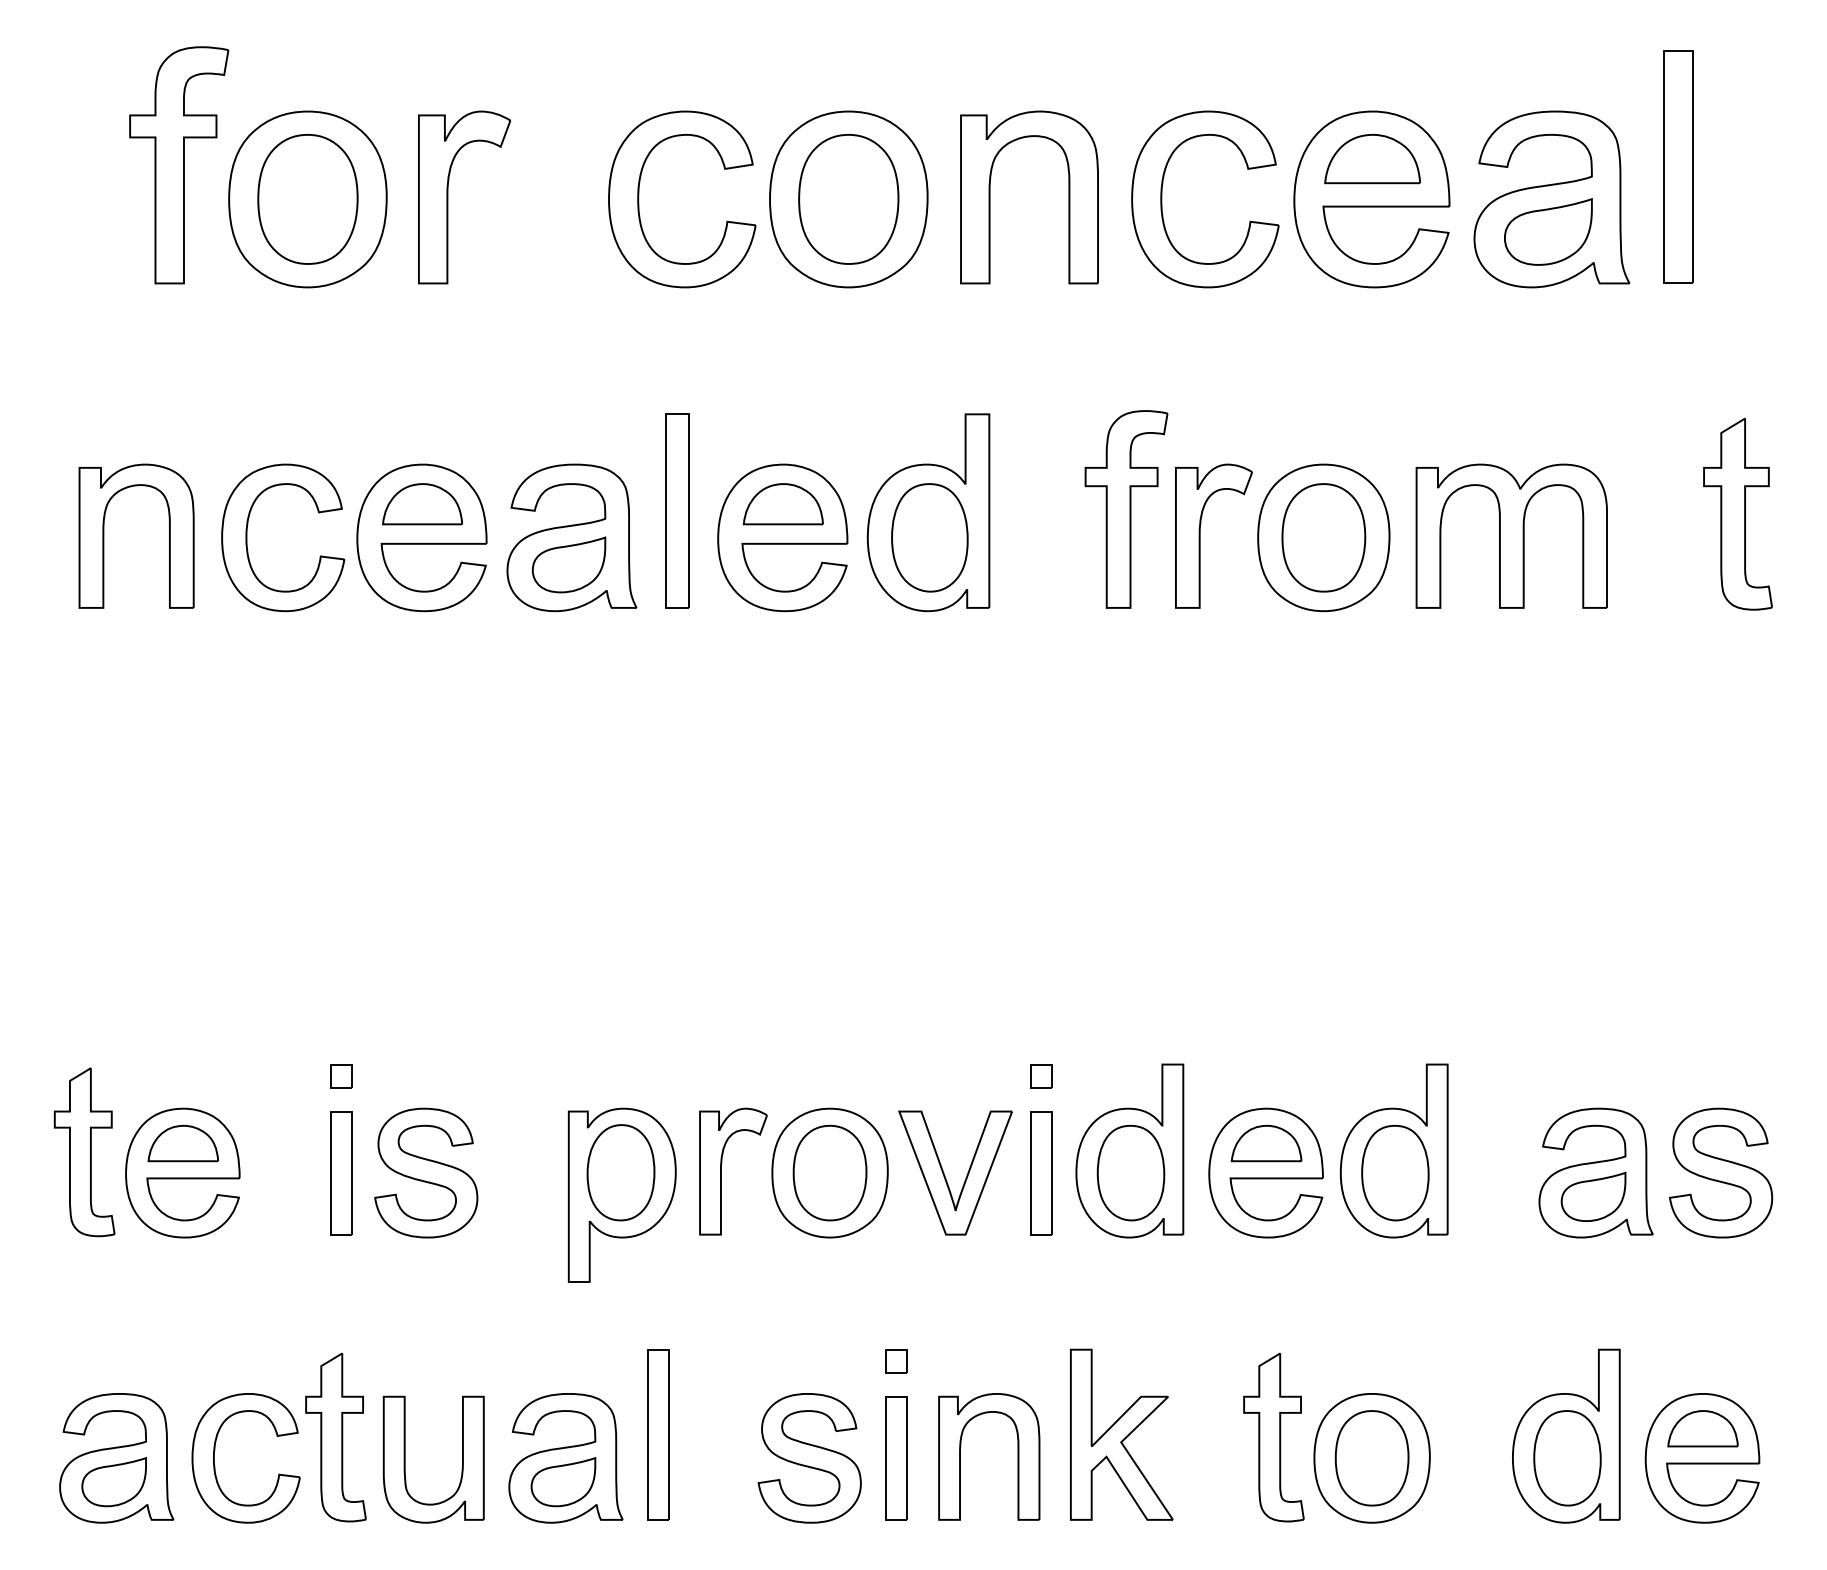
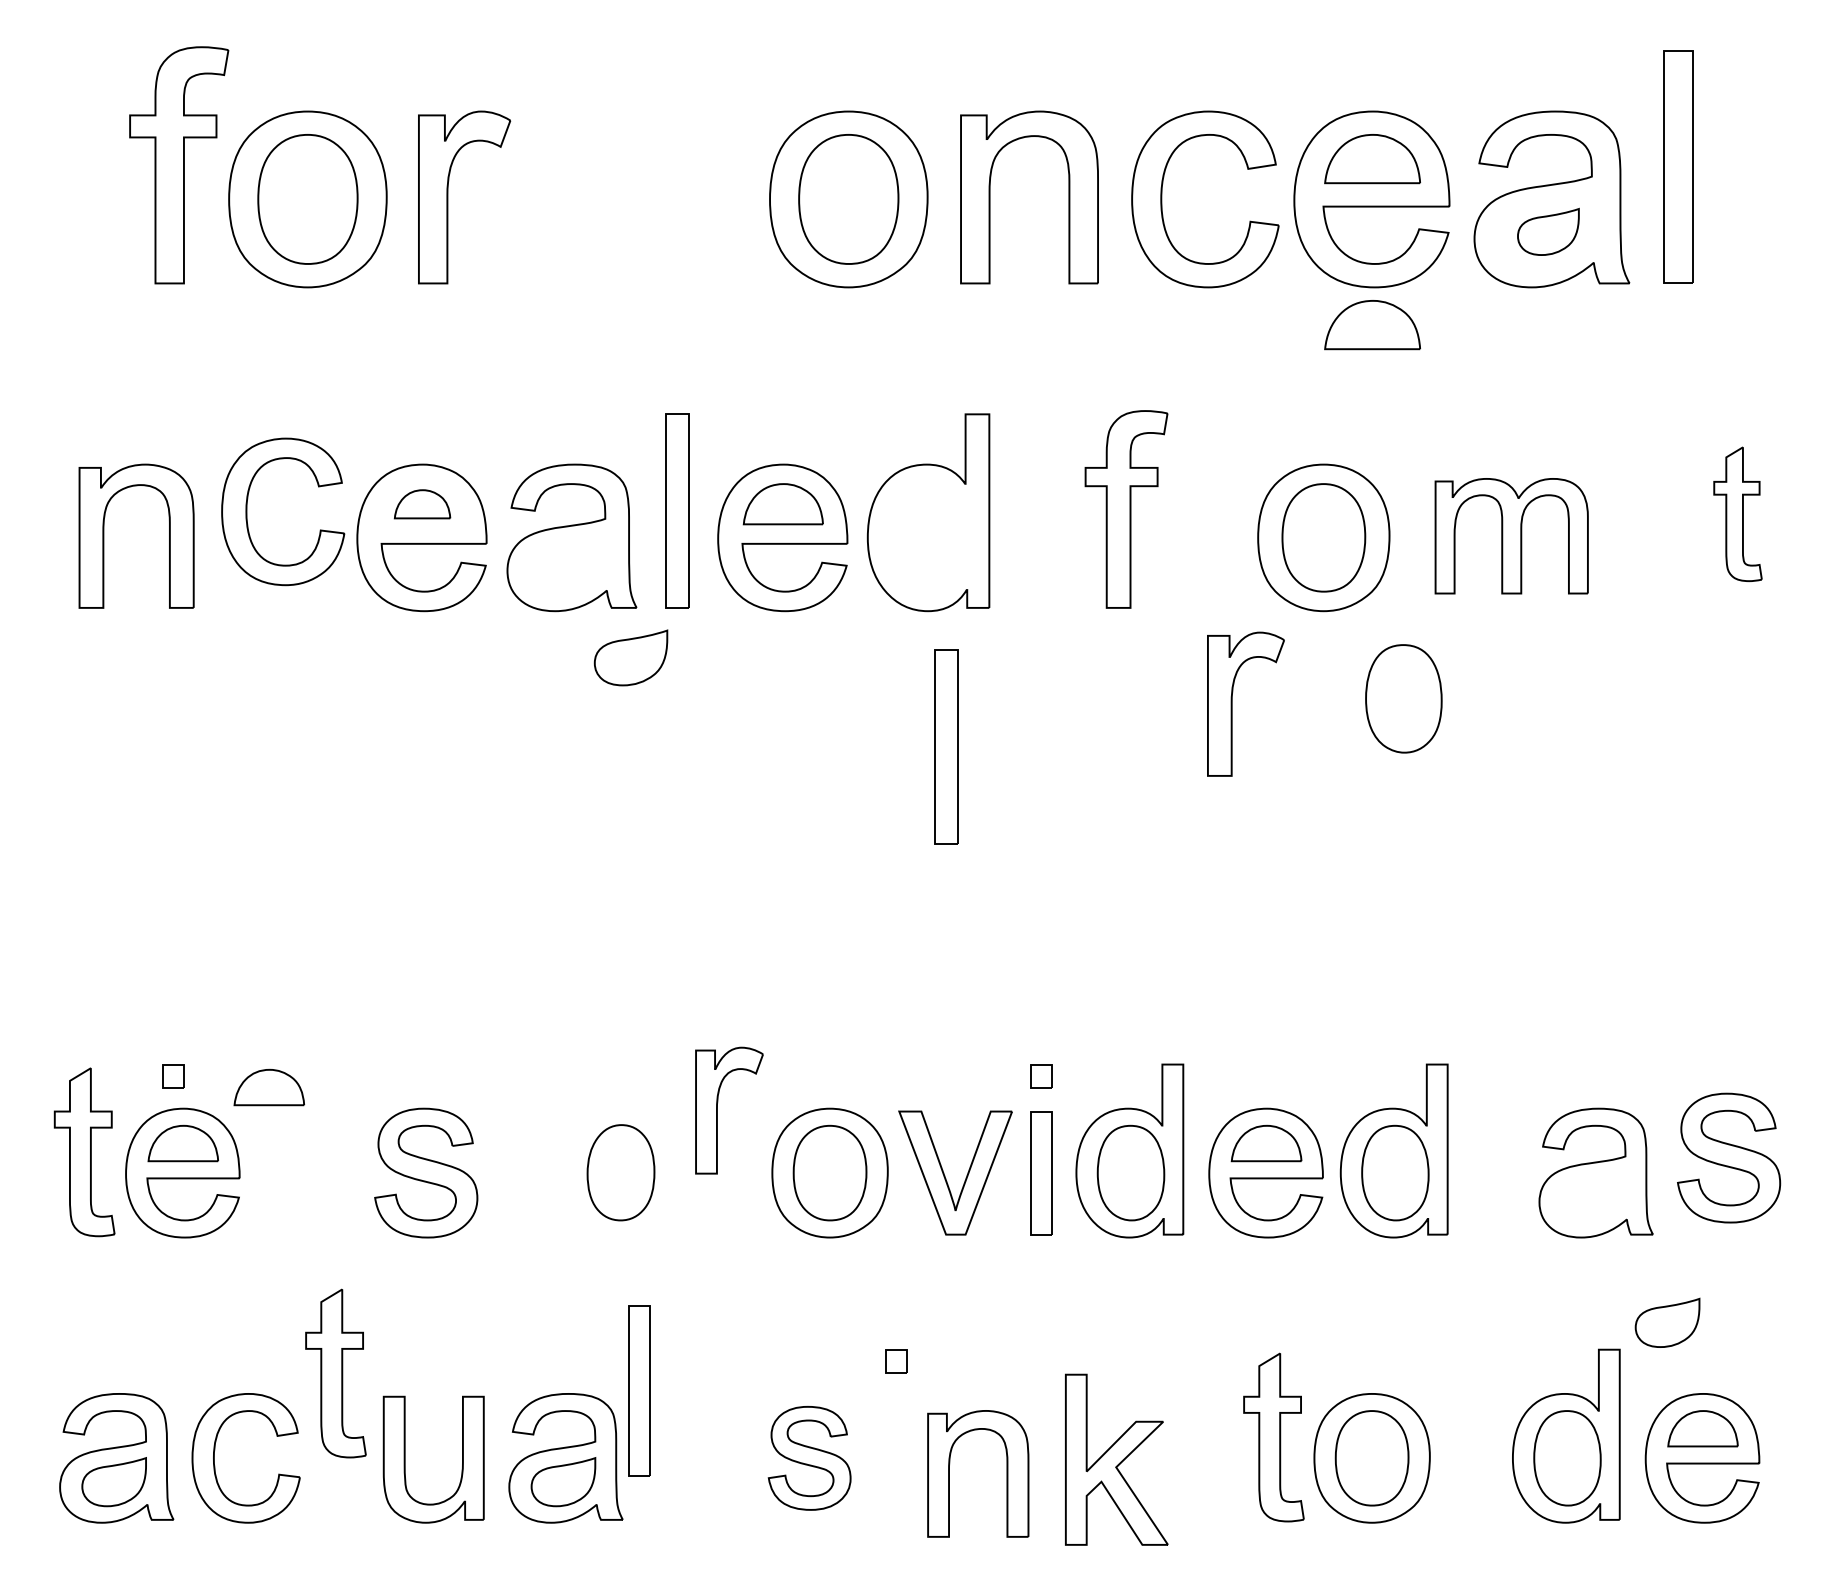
part at (639, 199): present -> none
part at (1548, 231) size: 89x68 px -> 63x49 px
part at (1372, 325): none -> present
part at (422, 504) size: 81x43 px -> 59x31 px
part at (1737, 514) size: 70x193 px -> 50x137 px
part at (1200, 535) position: (1200, 535) -> (1232, 703)
part at (1511, 535) size: 193x146 px -> 155x117 px
part at (247, 537) position: (247, 537) -> (247, 511)
part at (929, 537) position: (929, 537) -> (1403, 698)
part at (568, 564) position: (568, 564) -> (630, 657)
part at (946, 746): none -> present
part at (341, 1076) position: (341, 1076) -> (173, 1076)
part at (268, 1087): none -> present
part at (721, 1171) position: (721, 1171) -> (717, 1110)
part at (1721, 1172) position: (1721, 1172) -> (1729, 1157)
part at (341, 1173): present -> none
part at (621, 1194): present -> none
part at (1593, 1196) position: (1593, 1196) -> (1667, 1322)
part at (658, 1434) position: (658, 1434) -> (639, 1390)
part at (1121, 1434) position: (1121, 1434) -> (1116, 1459)
part at (335, 1437) position: (335, 1437) -> (335, 1373)
part at (1017, 1456) position: (1017, 1456) -> (1006, 1473)
part at (809, 1458) size: 105x131 px -> 85x105 px
part at (896, 1458): present -> none
